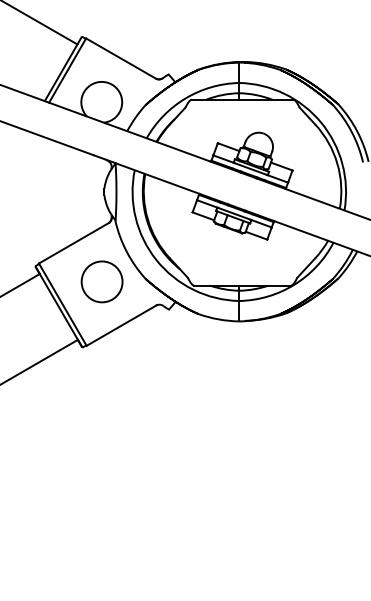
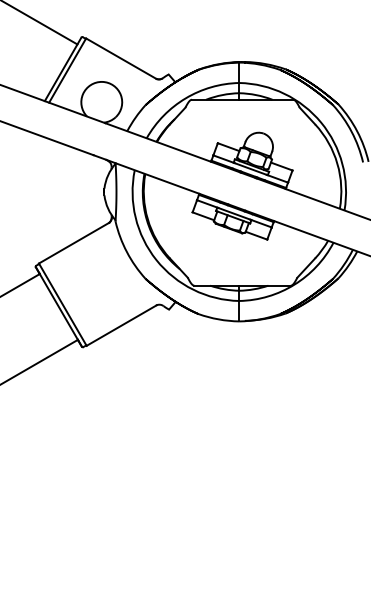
circle at (101, 281): present -> none
